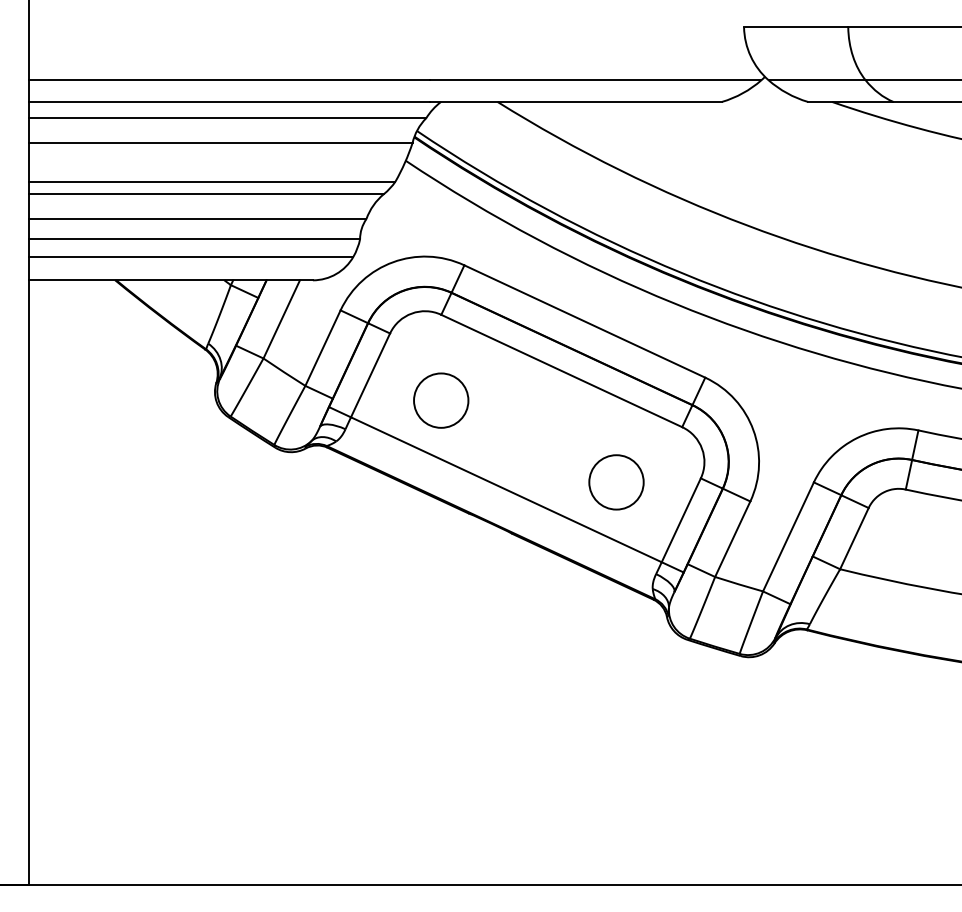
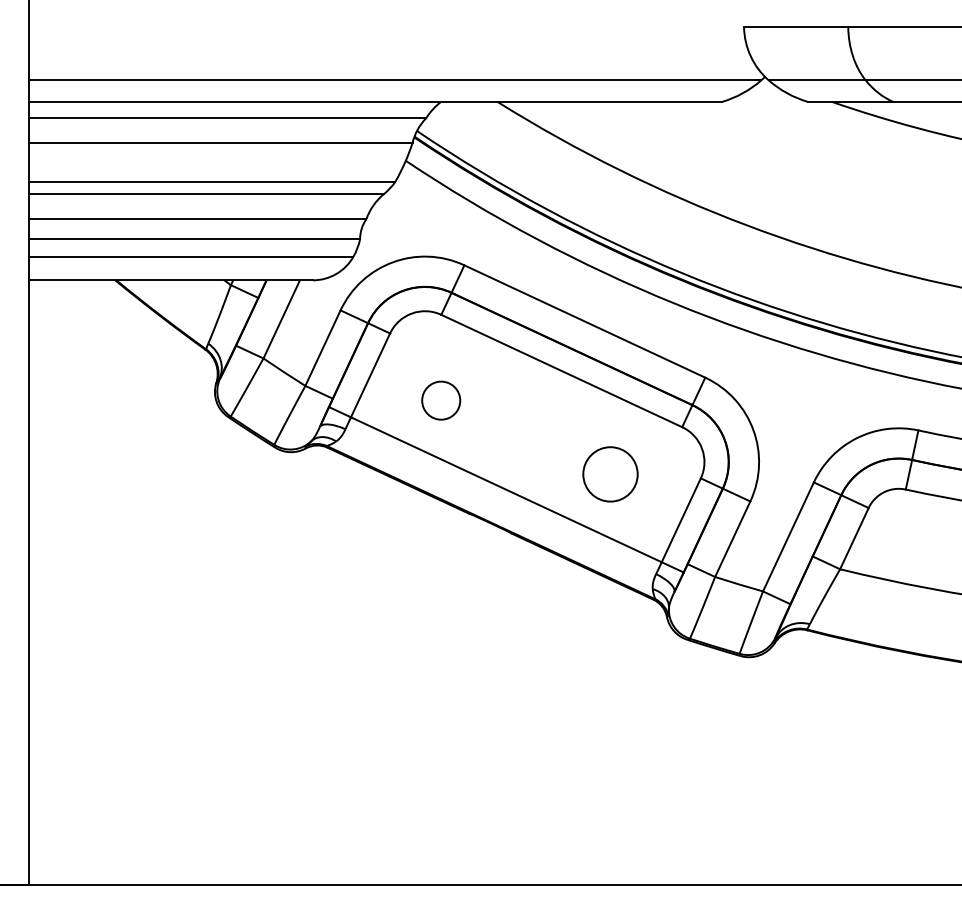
circle at (441, 400) diameter: 54 px -> 38 px
circle at (616, 482) position: (616, 482) -> (610, 474)
